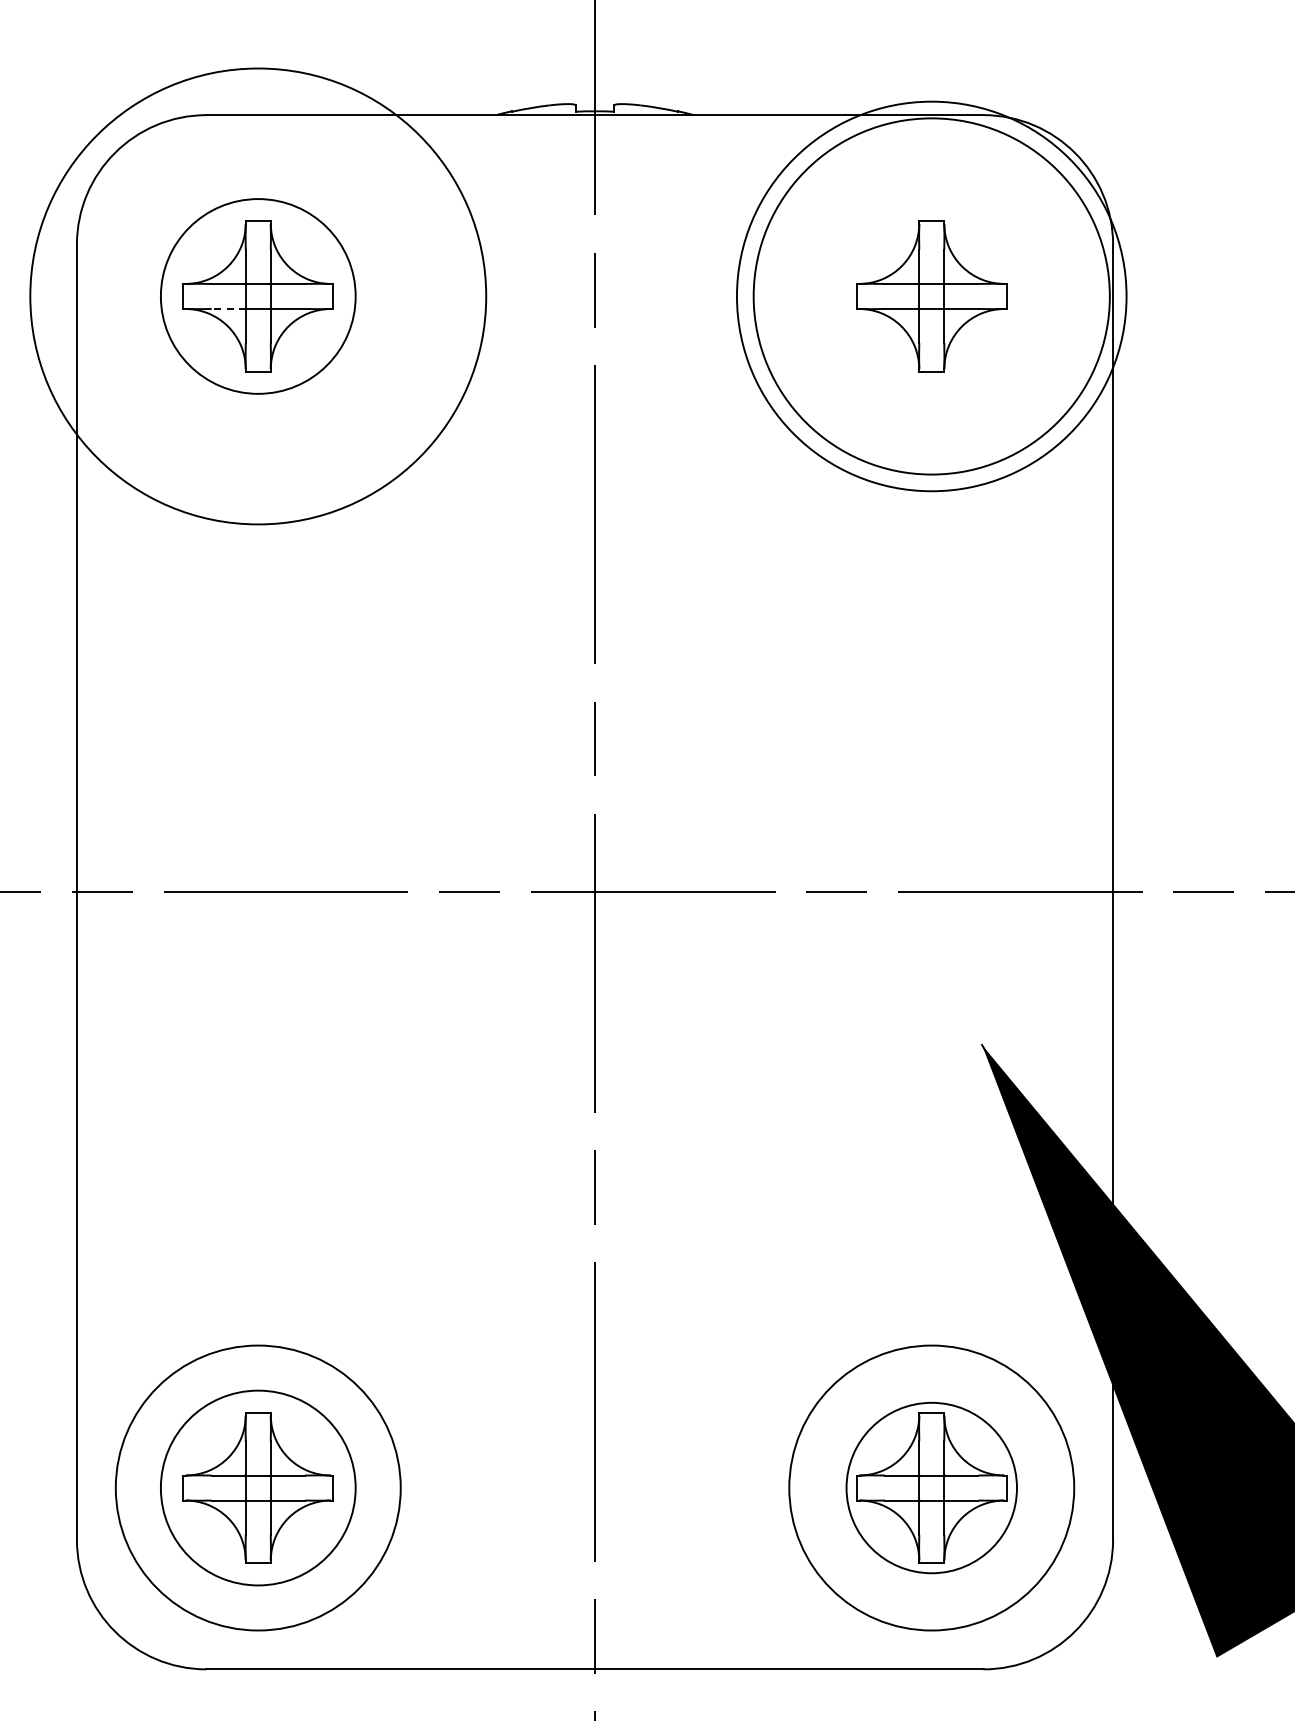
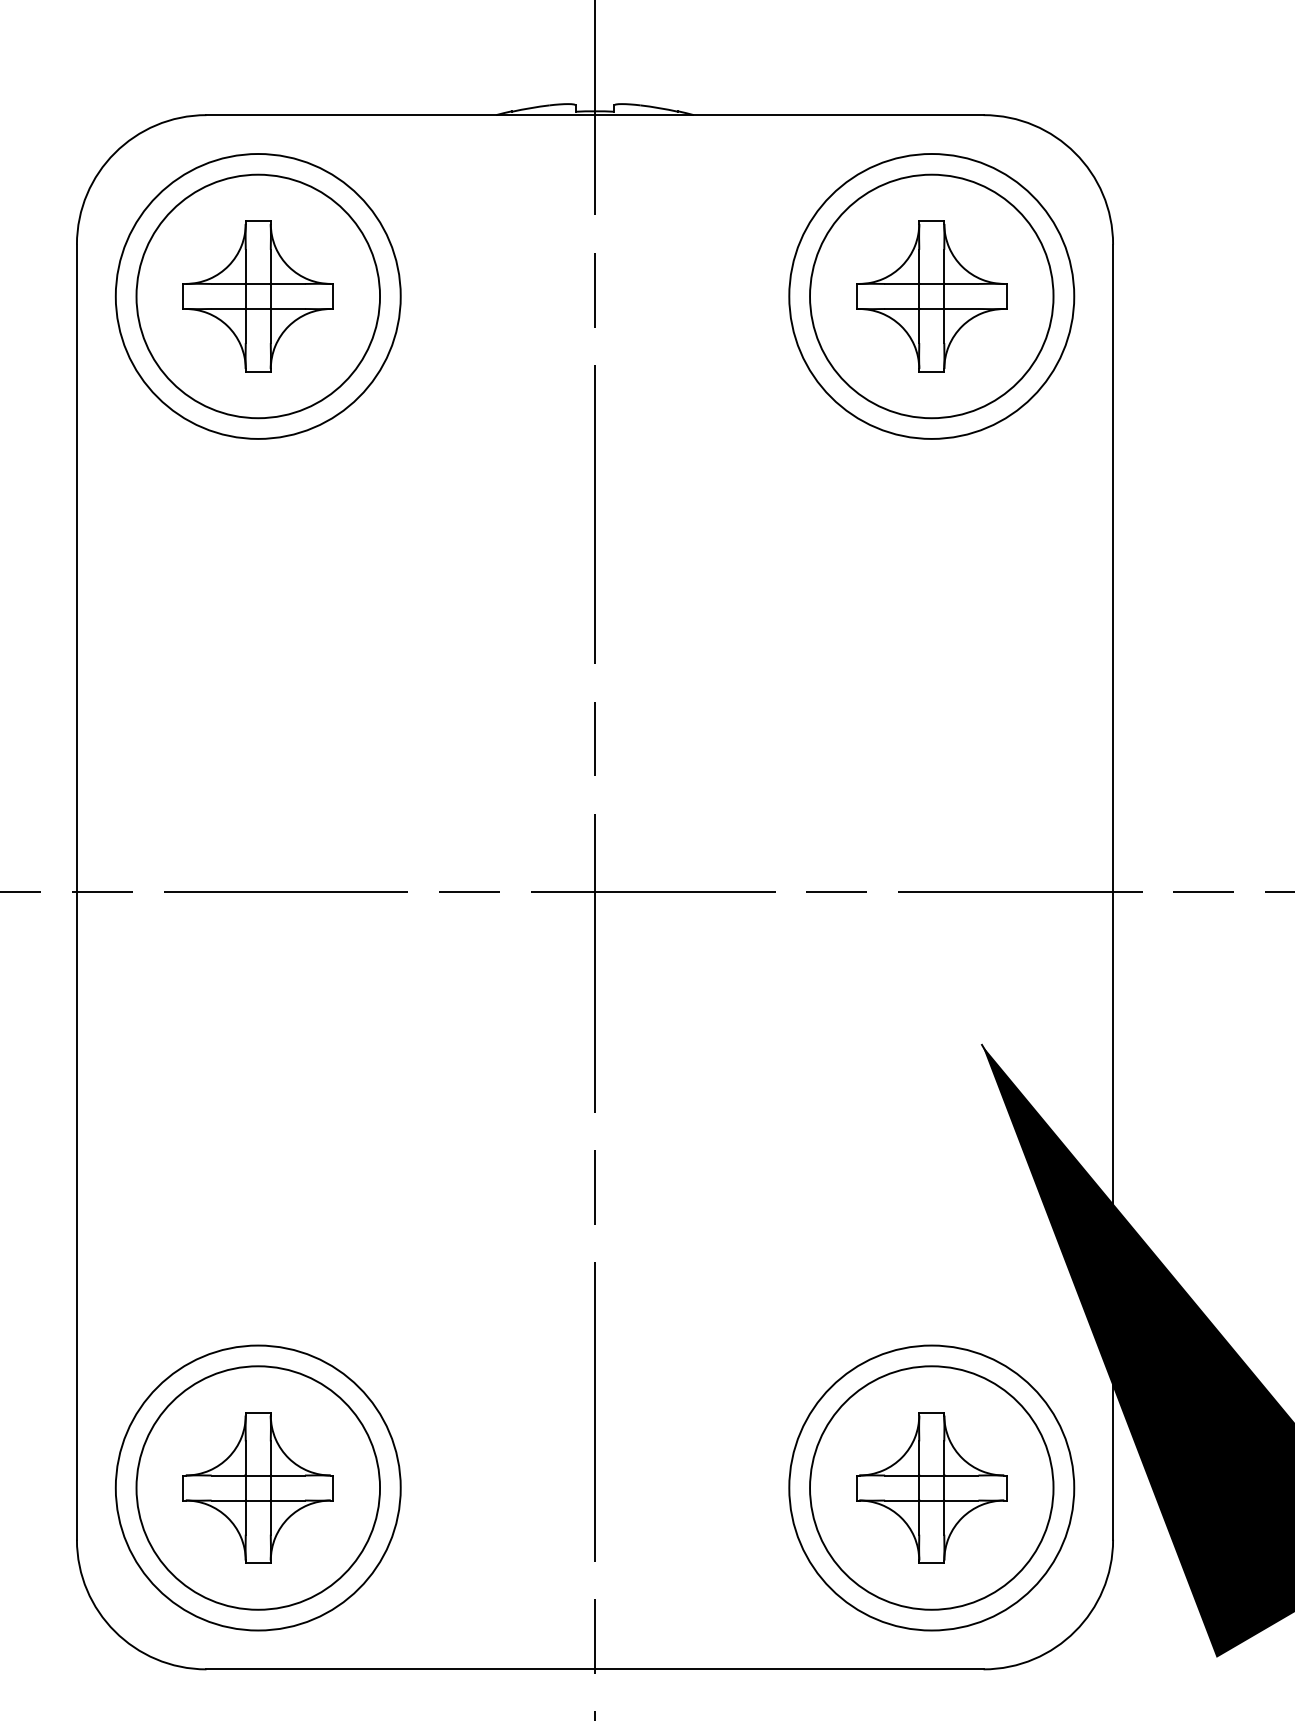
circle at (257, 296) diameter: 195 px -> 243 px
circle at (258, 296) diameter: 456 px -> 285 px
circle at (931, 296) diameter: 356 px -> 285 px
circle at (931, 296) diameter: 390 px -> 243 px
line at (228, 309): dashed -> solid
circle at (257, 1487) diameter: 195 px -> 243 px
circle at (931, 1487) diameter: 170 px -> 243 px
